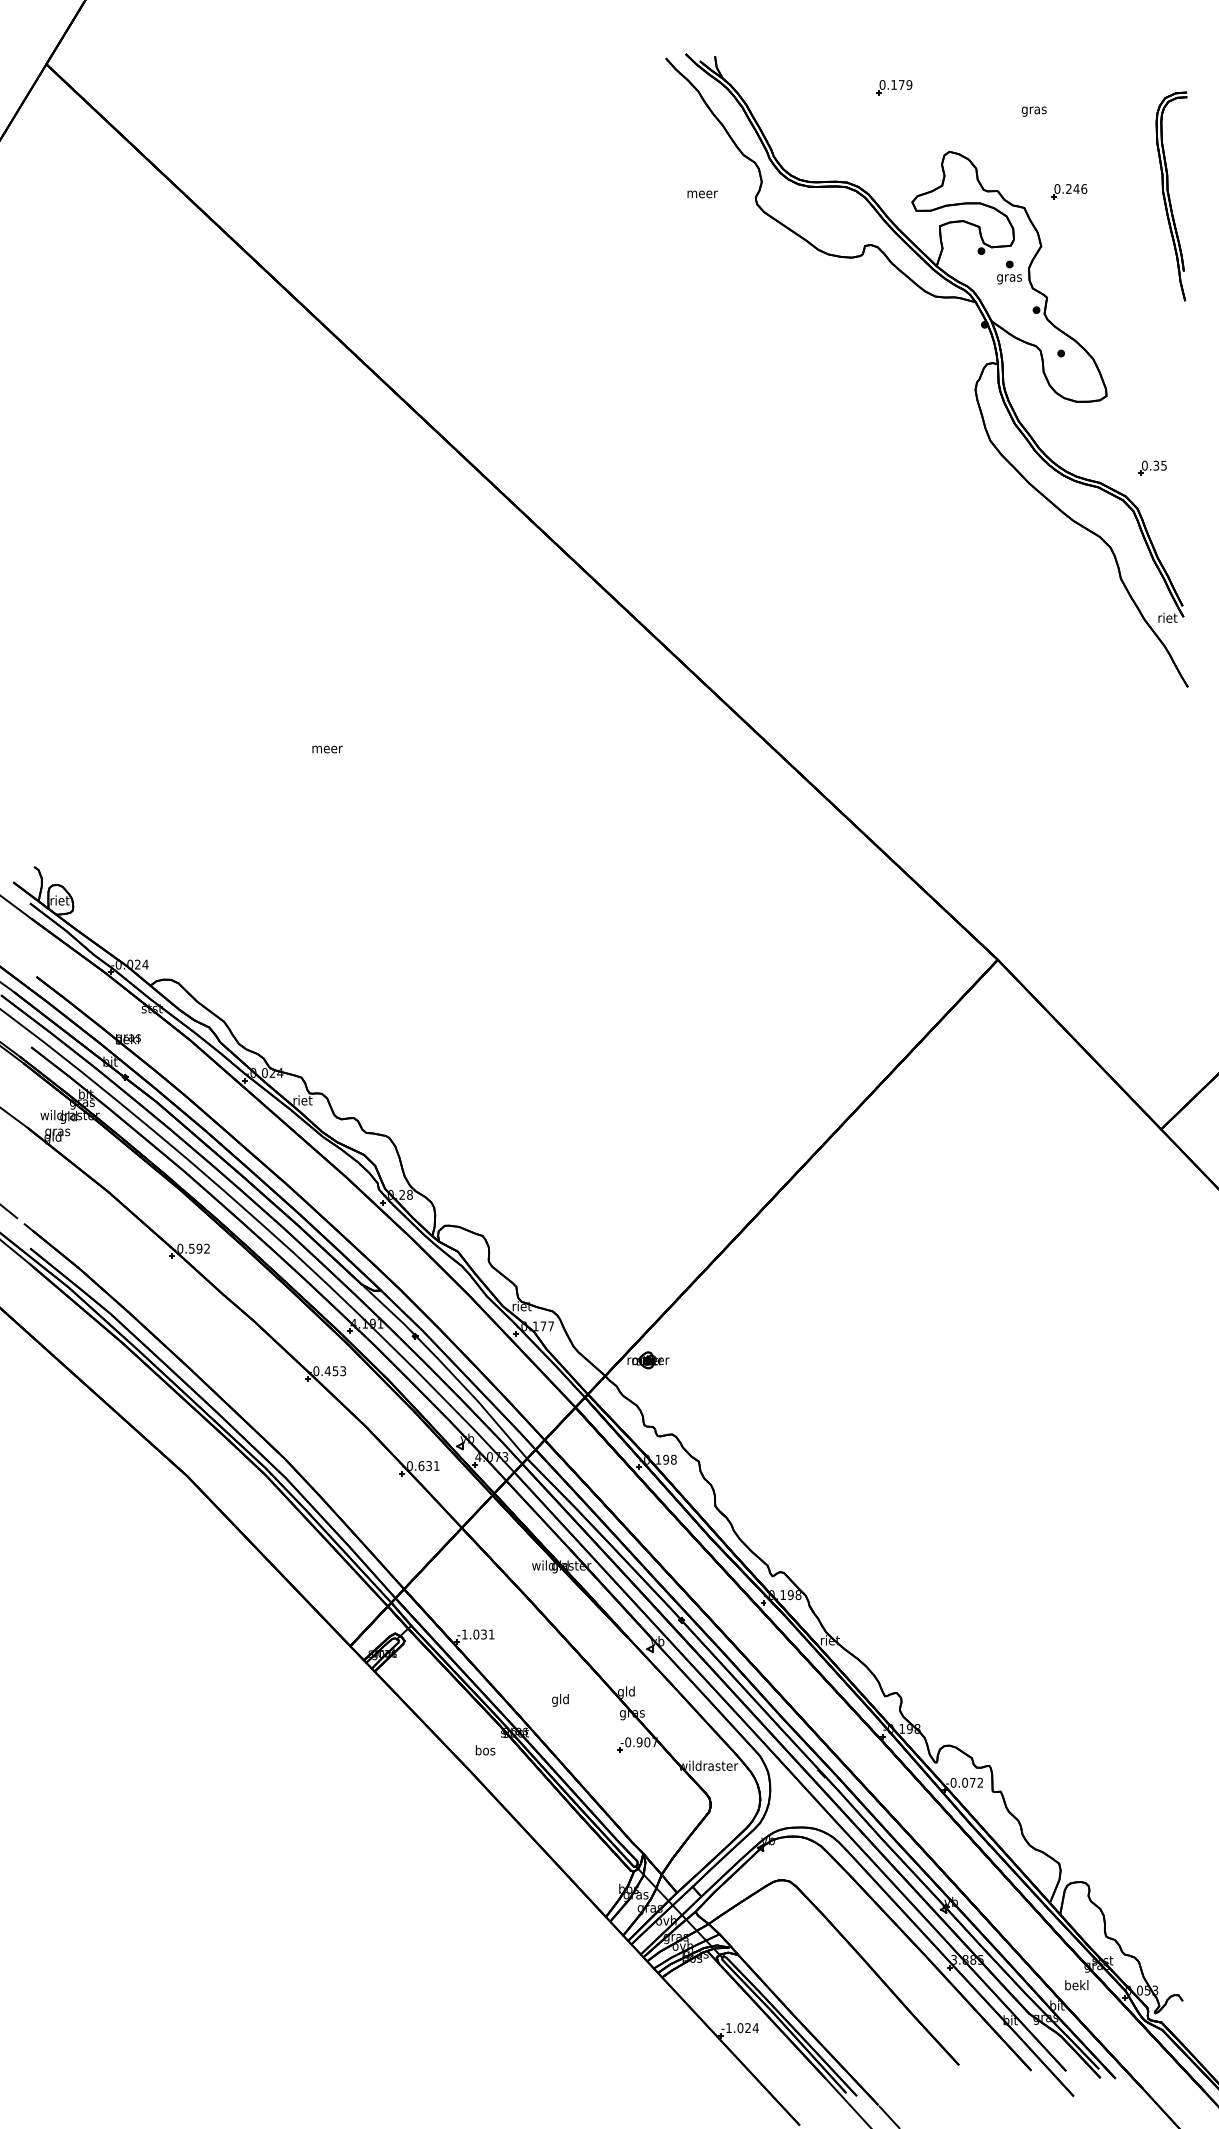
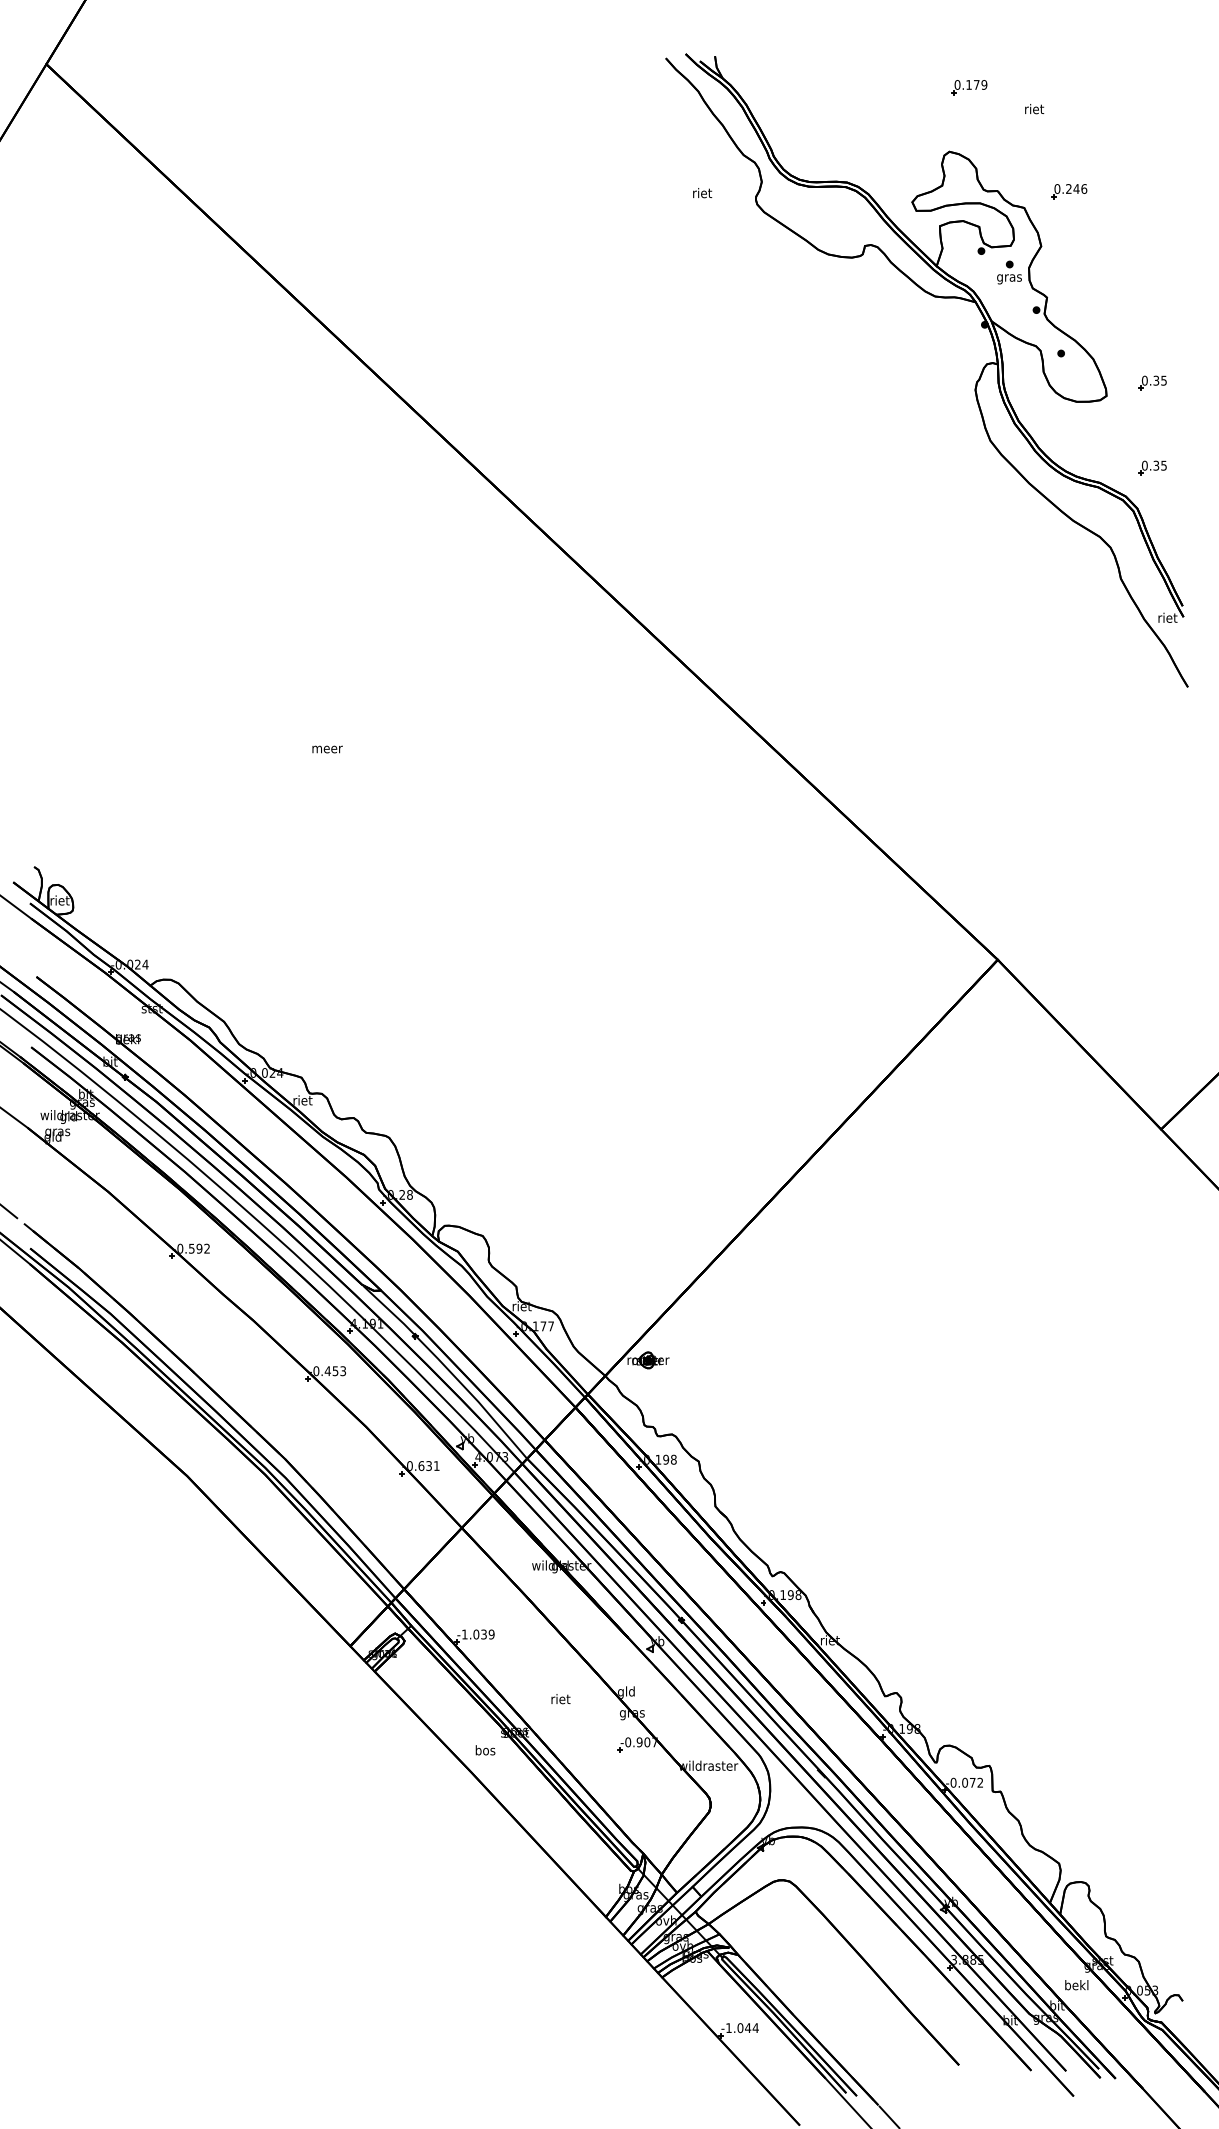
part at (894, 87) position: (894, 87) -> (969, 87)
text at (1033, 110): gras -> riet
text at (702, 193): meer -> riet
part at (1171, 196): present -> none
part at (1152, 382): none -> present
text at (491, 1634): -1.031 -> -1.039
text at (560, 1700): gld -> riet
text at (748, 2027): -1.024 -> -1.044
